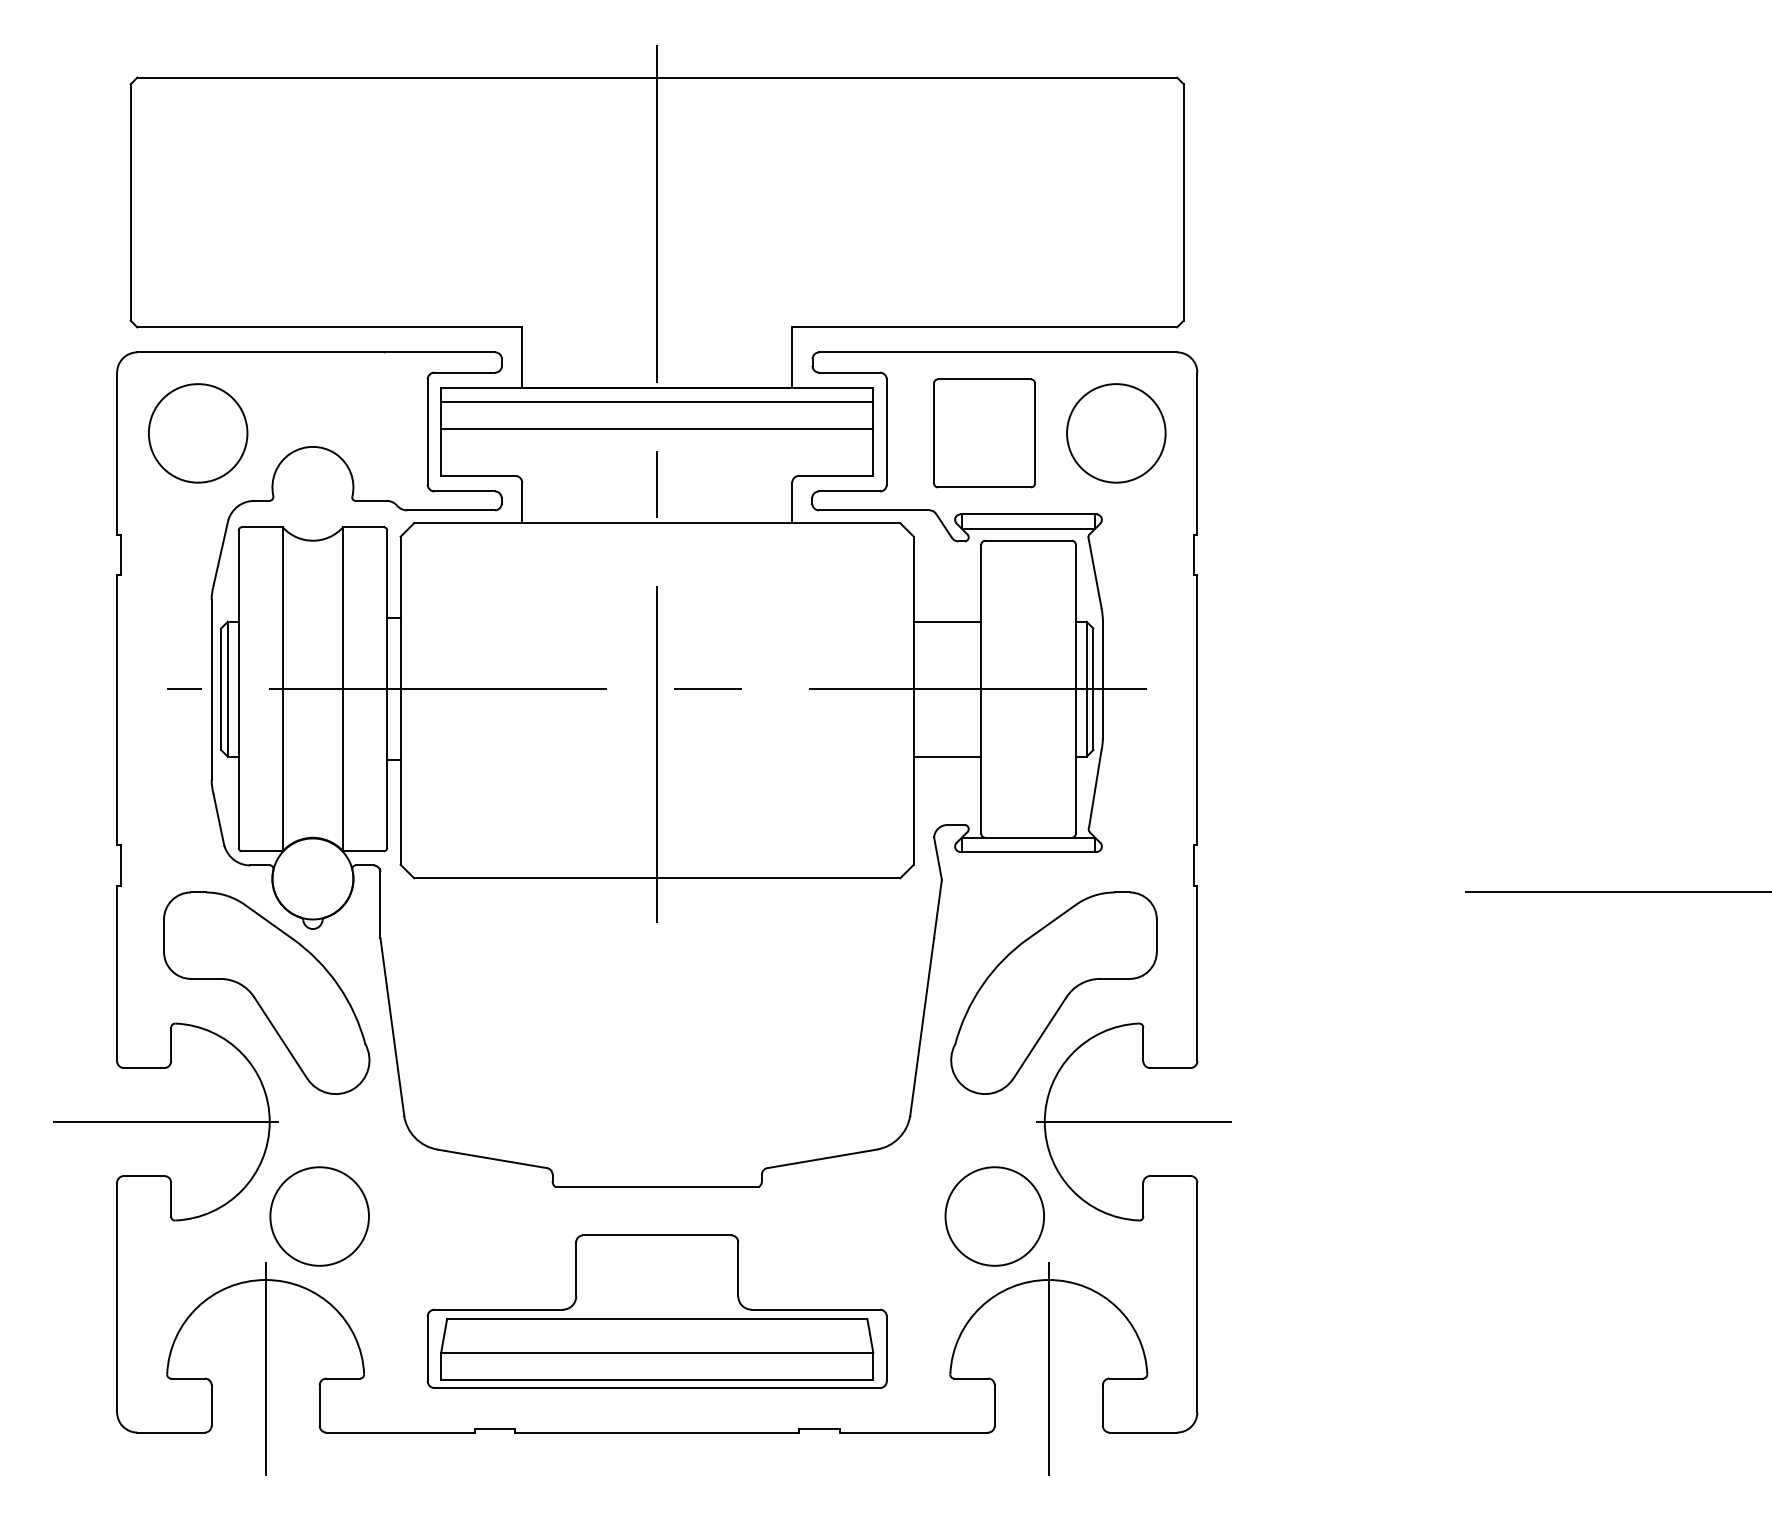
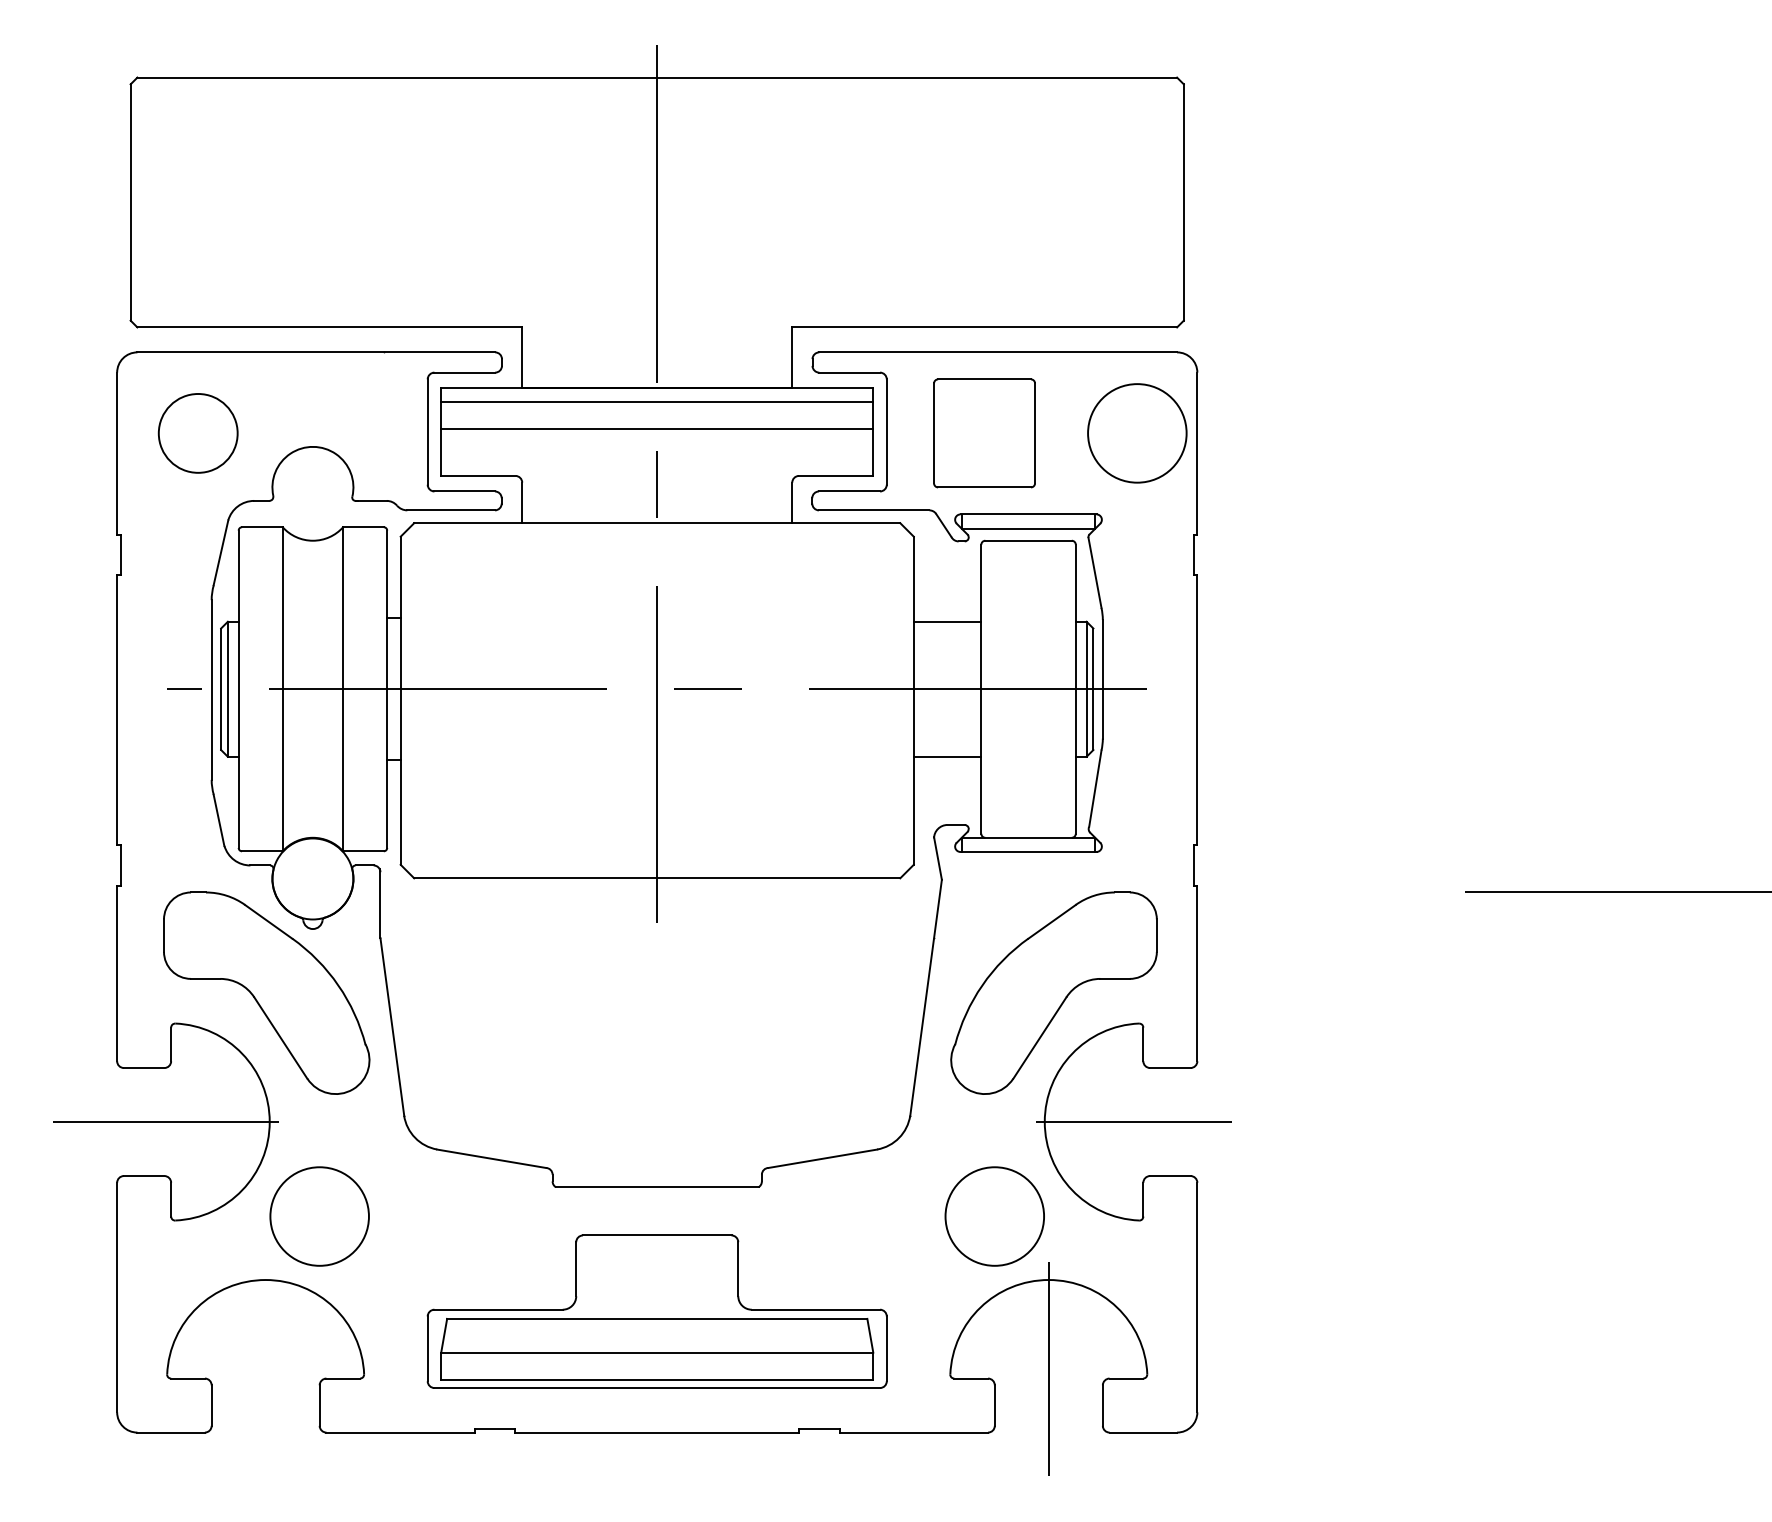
circle at (198, 433) size: 101x101 px -> 82x81 px
circle at (1116, 433) position: (1116, 433) -> (1137, 433)
line at (265, 1369): present -> none
